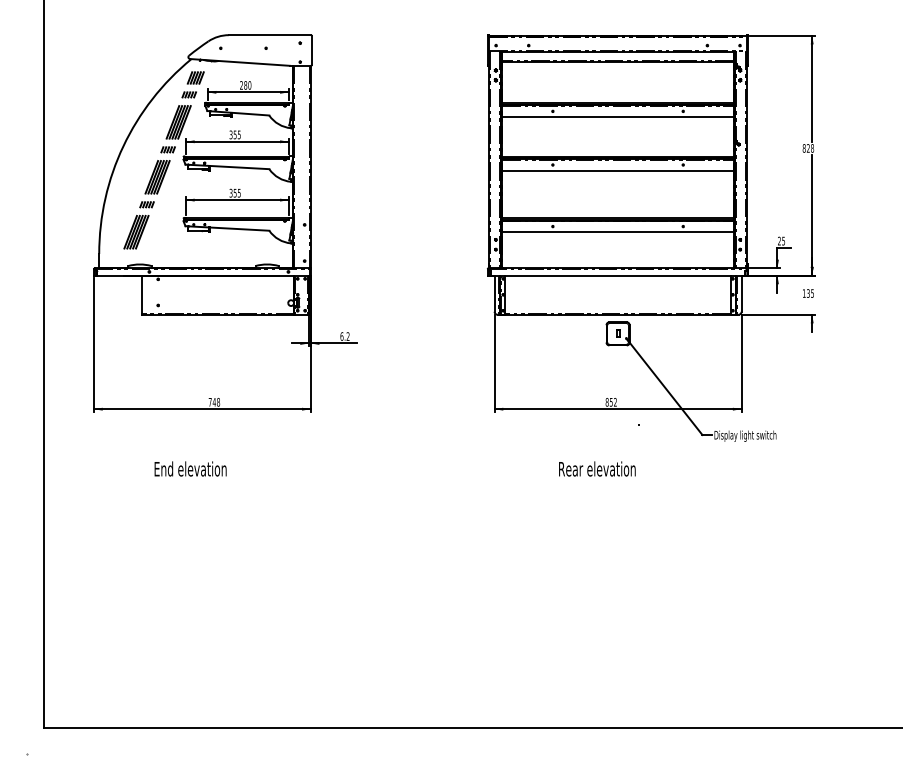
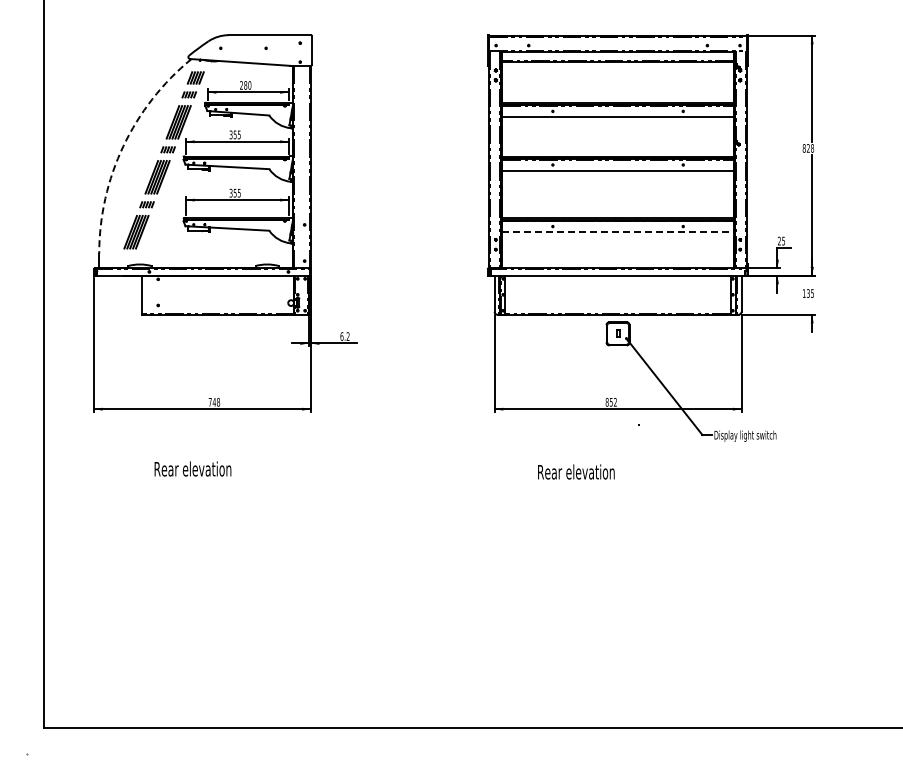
arc at (123, 146): solid -> dashed
line at (618, 232): solid -> dashed
text at (193, 468): End elevation -> Rear elevation
text at (597, 468) position: (597, 468) -> (576, 471)
